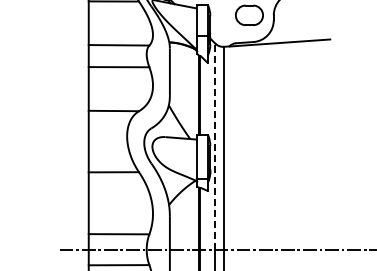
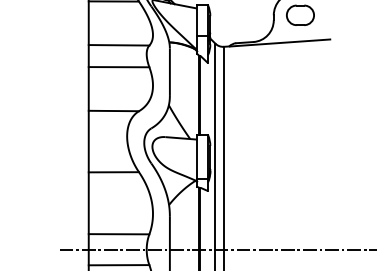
part at (249, 14) position: (249, 14) -> (300, 14)
line at (215, 146): dashed -> solid
